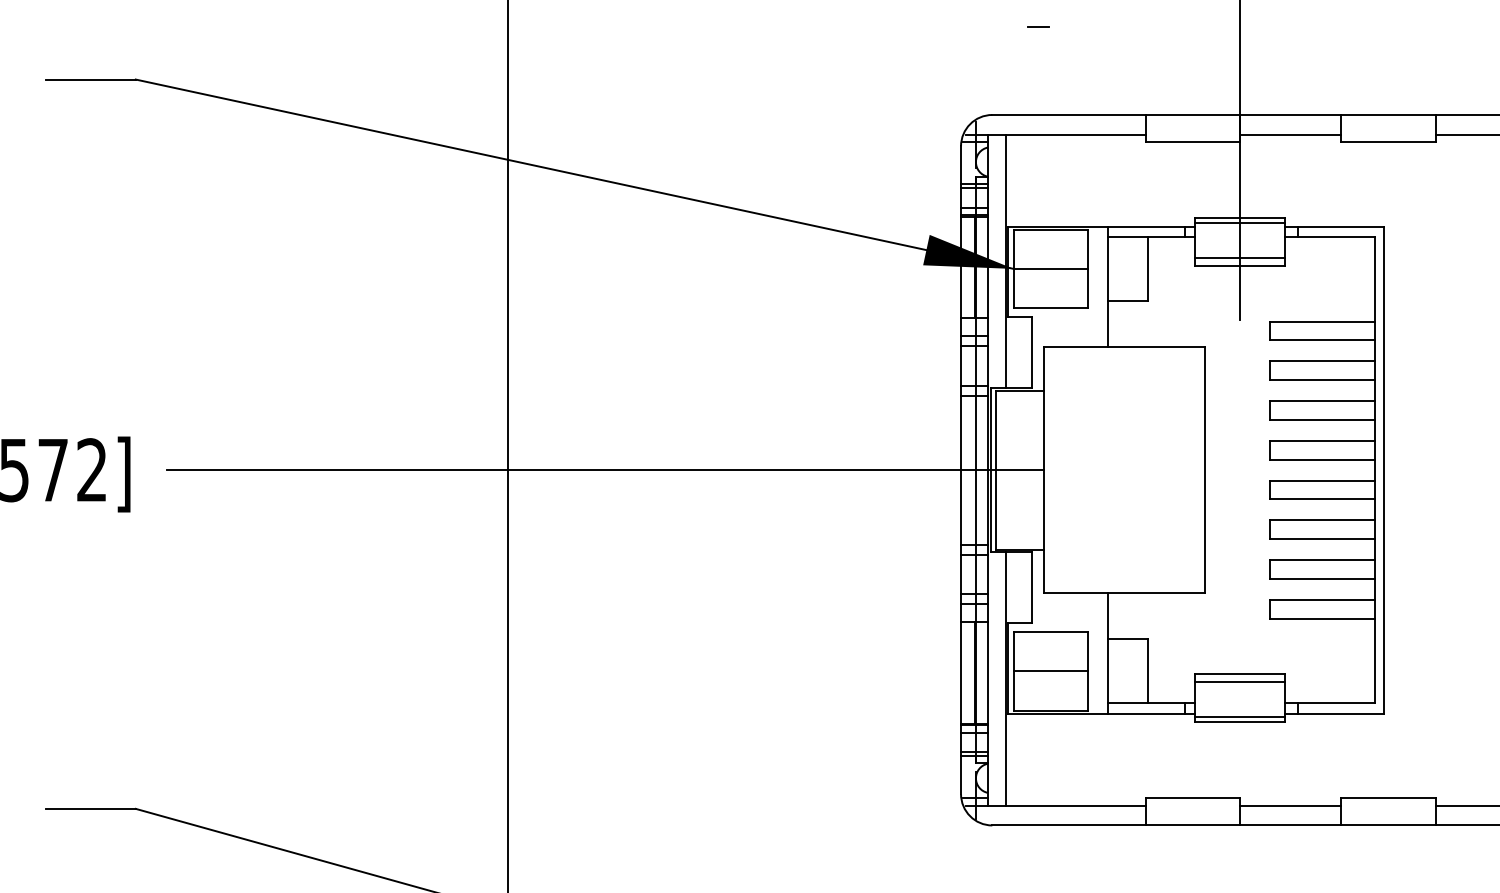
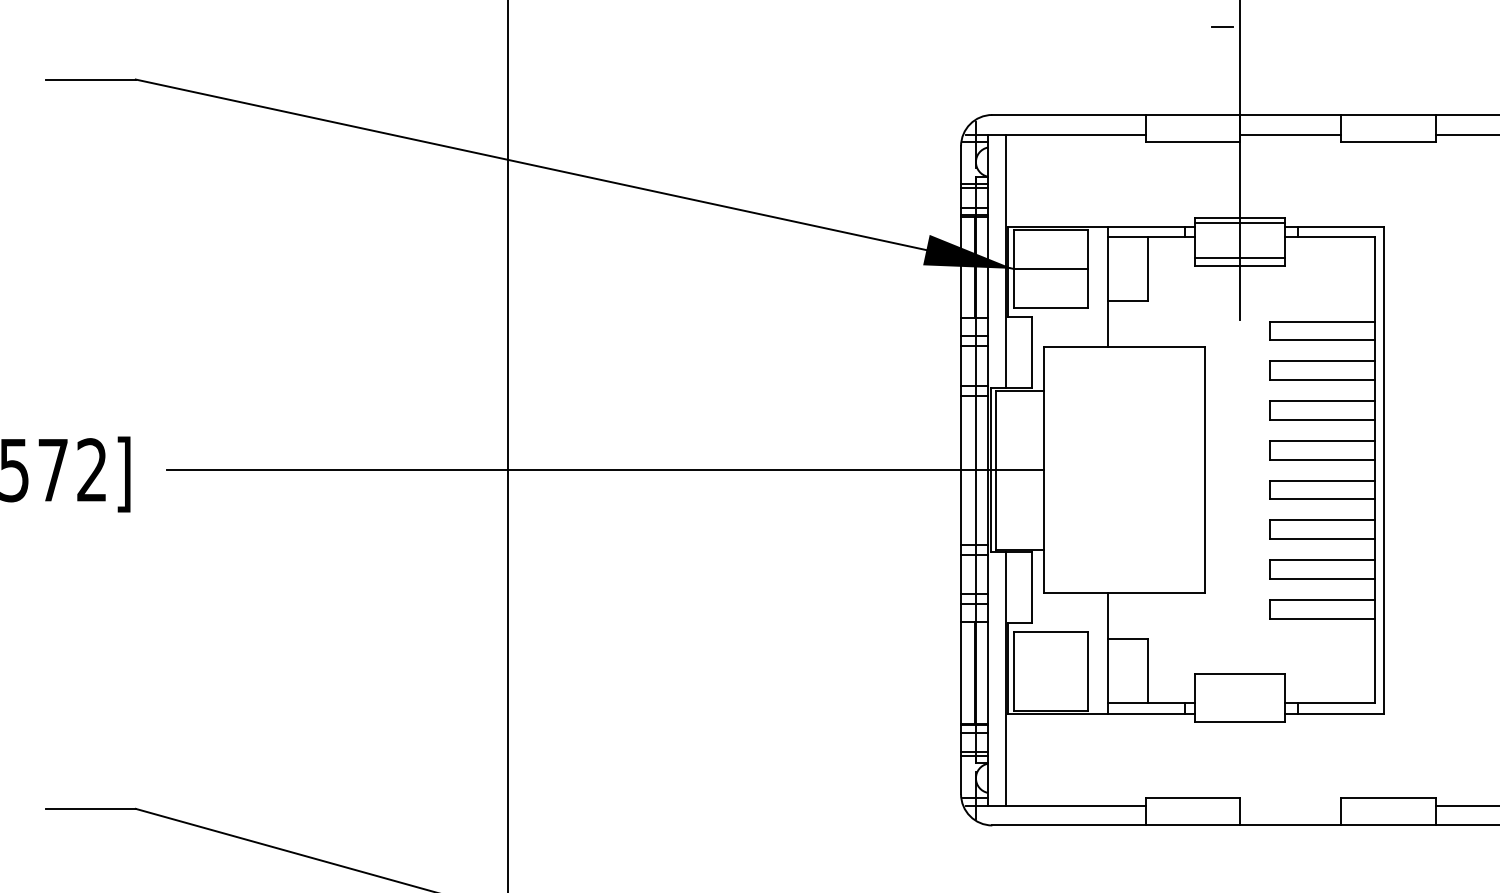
line at (1038, 26) position: (1038, 26) -> (1222, 26)
line at (1050, 671): present -> none
line at (1239, 682): present -> none
line at (1239, 717): present -> none
line at (1290, 805): present -> none
